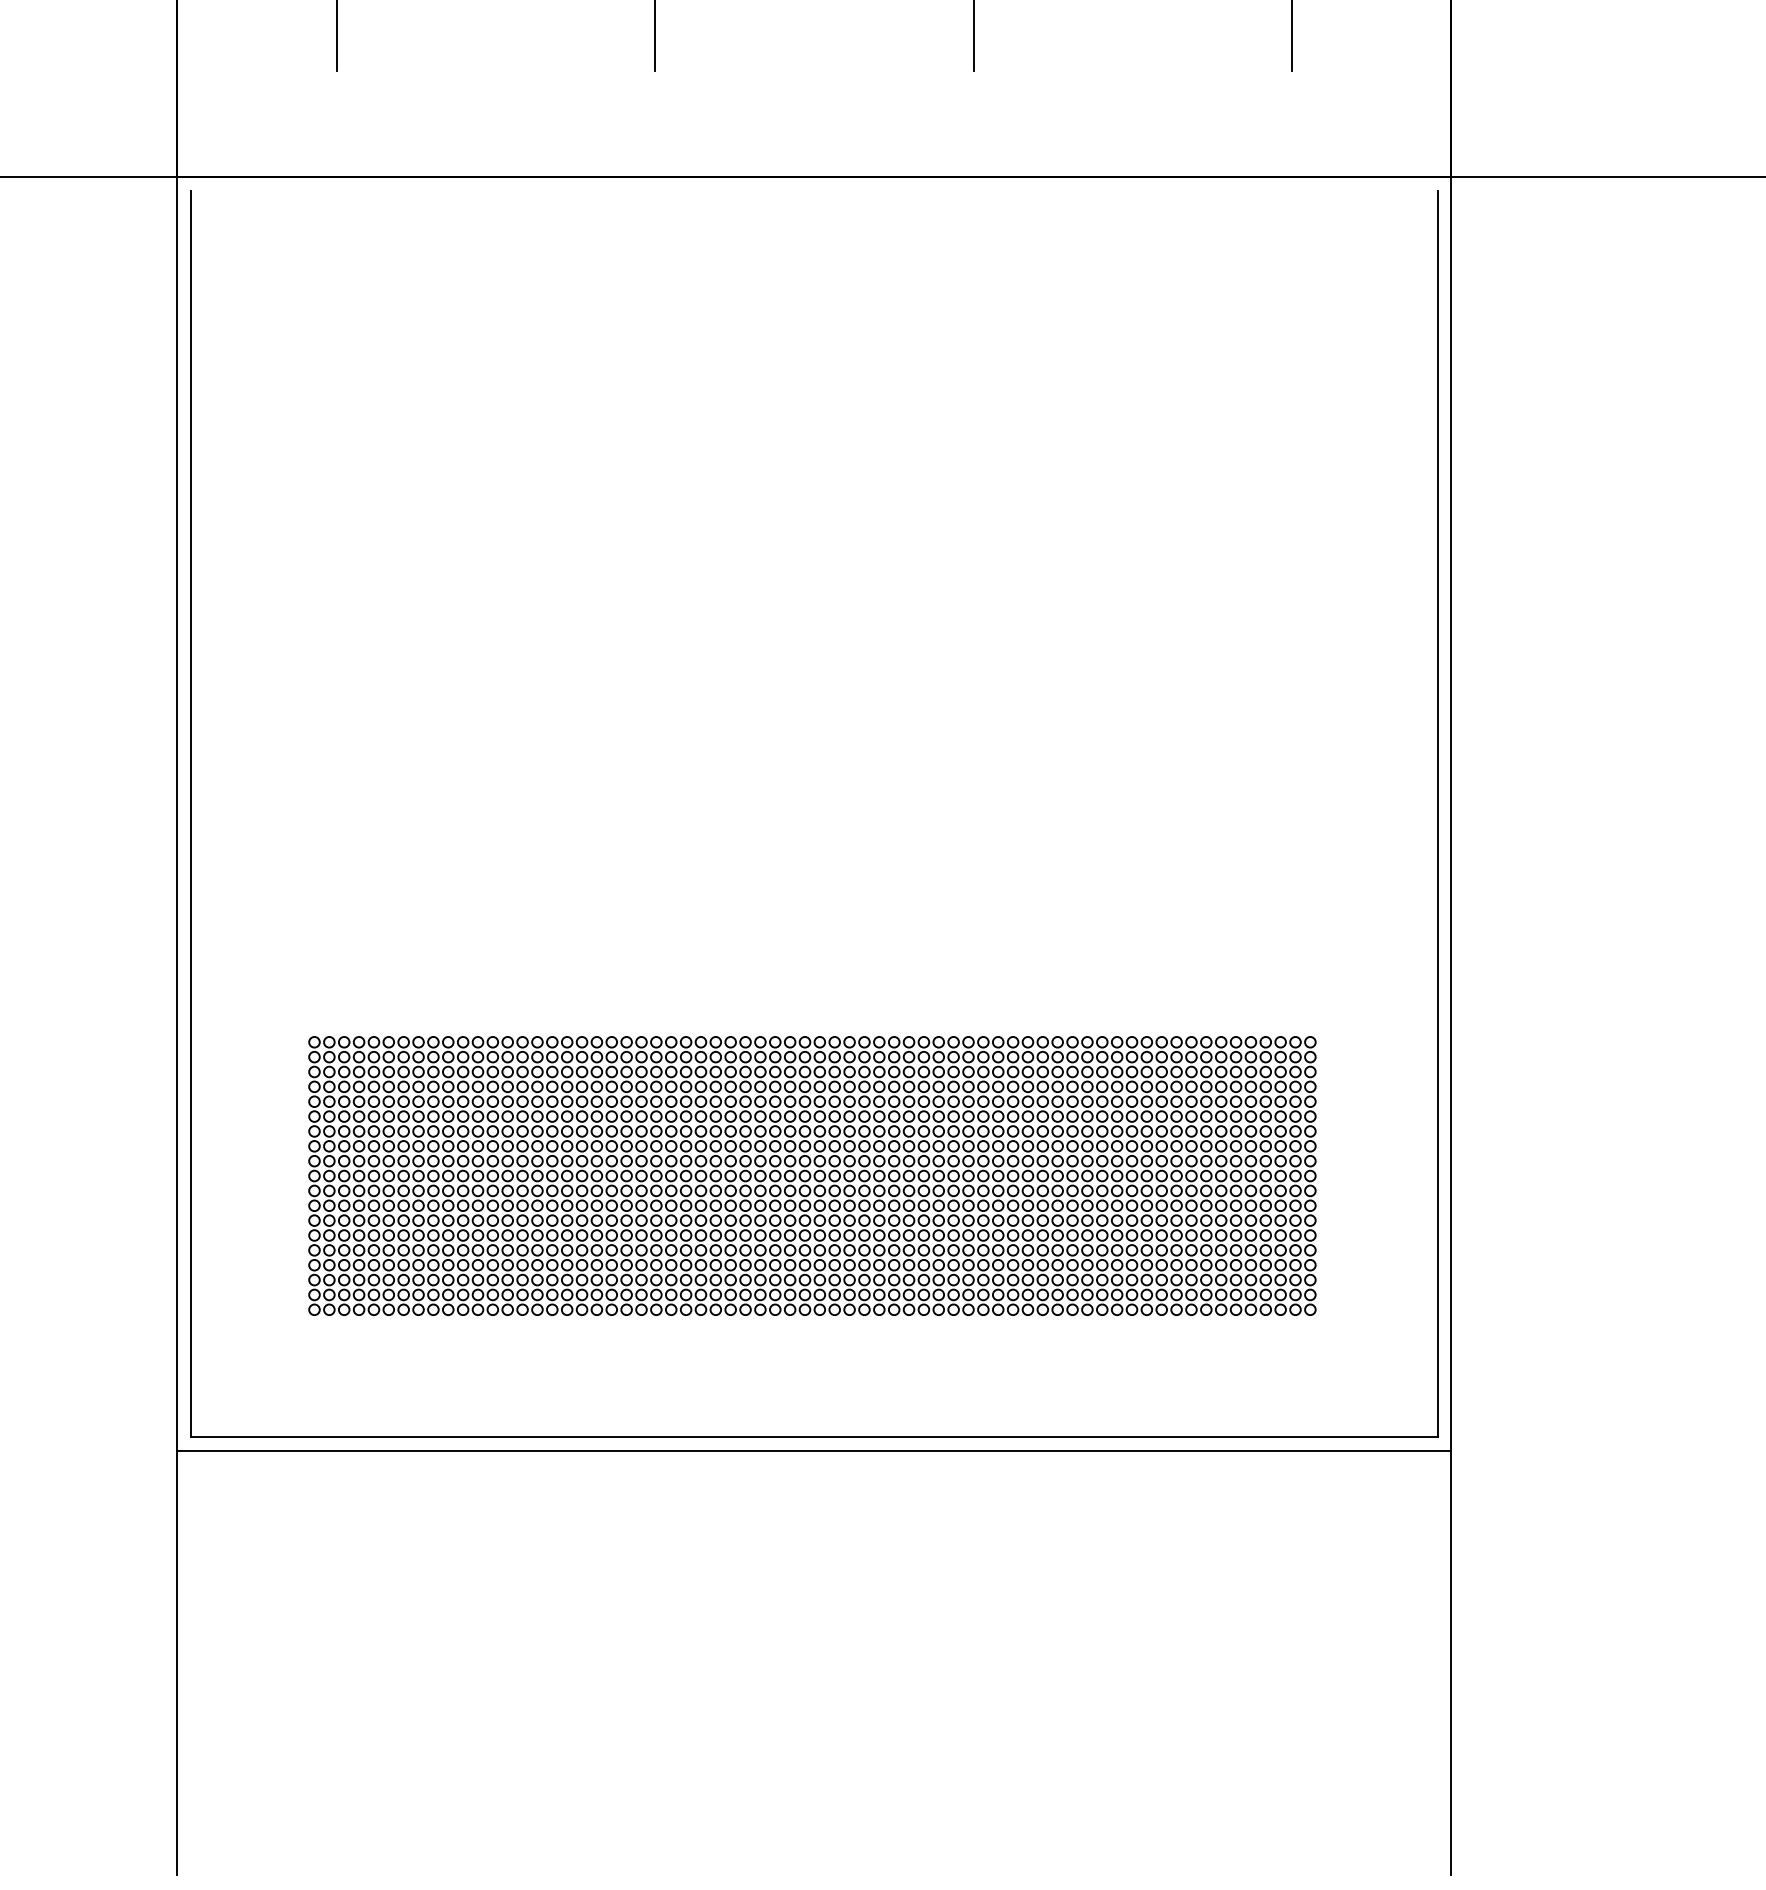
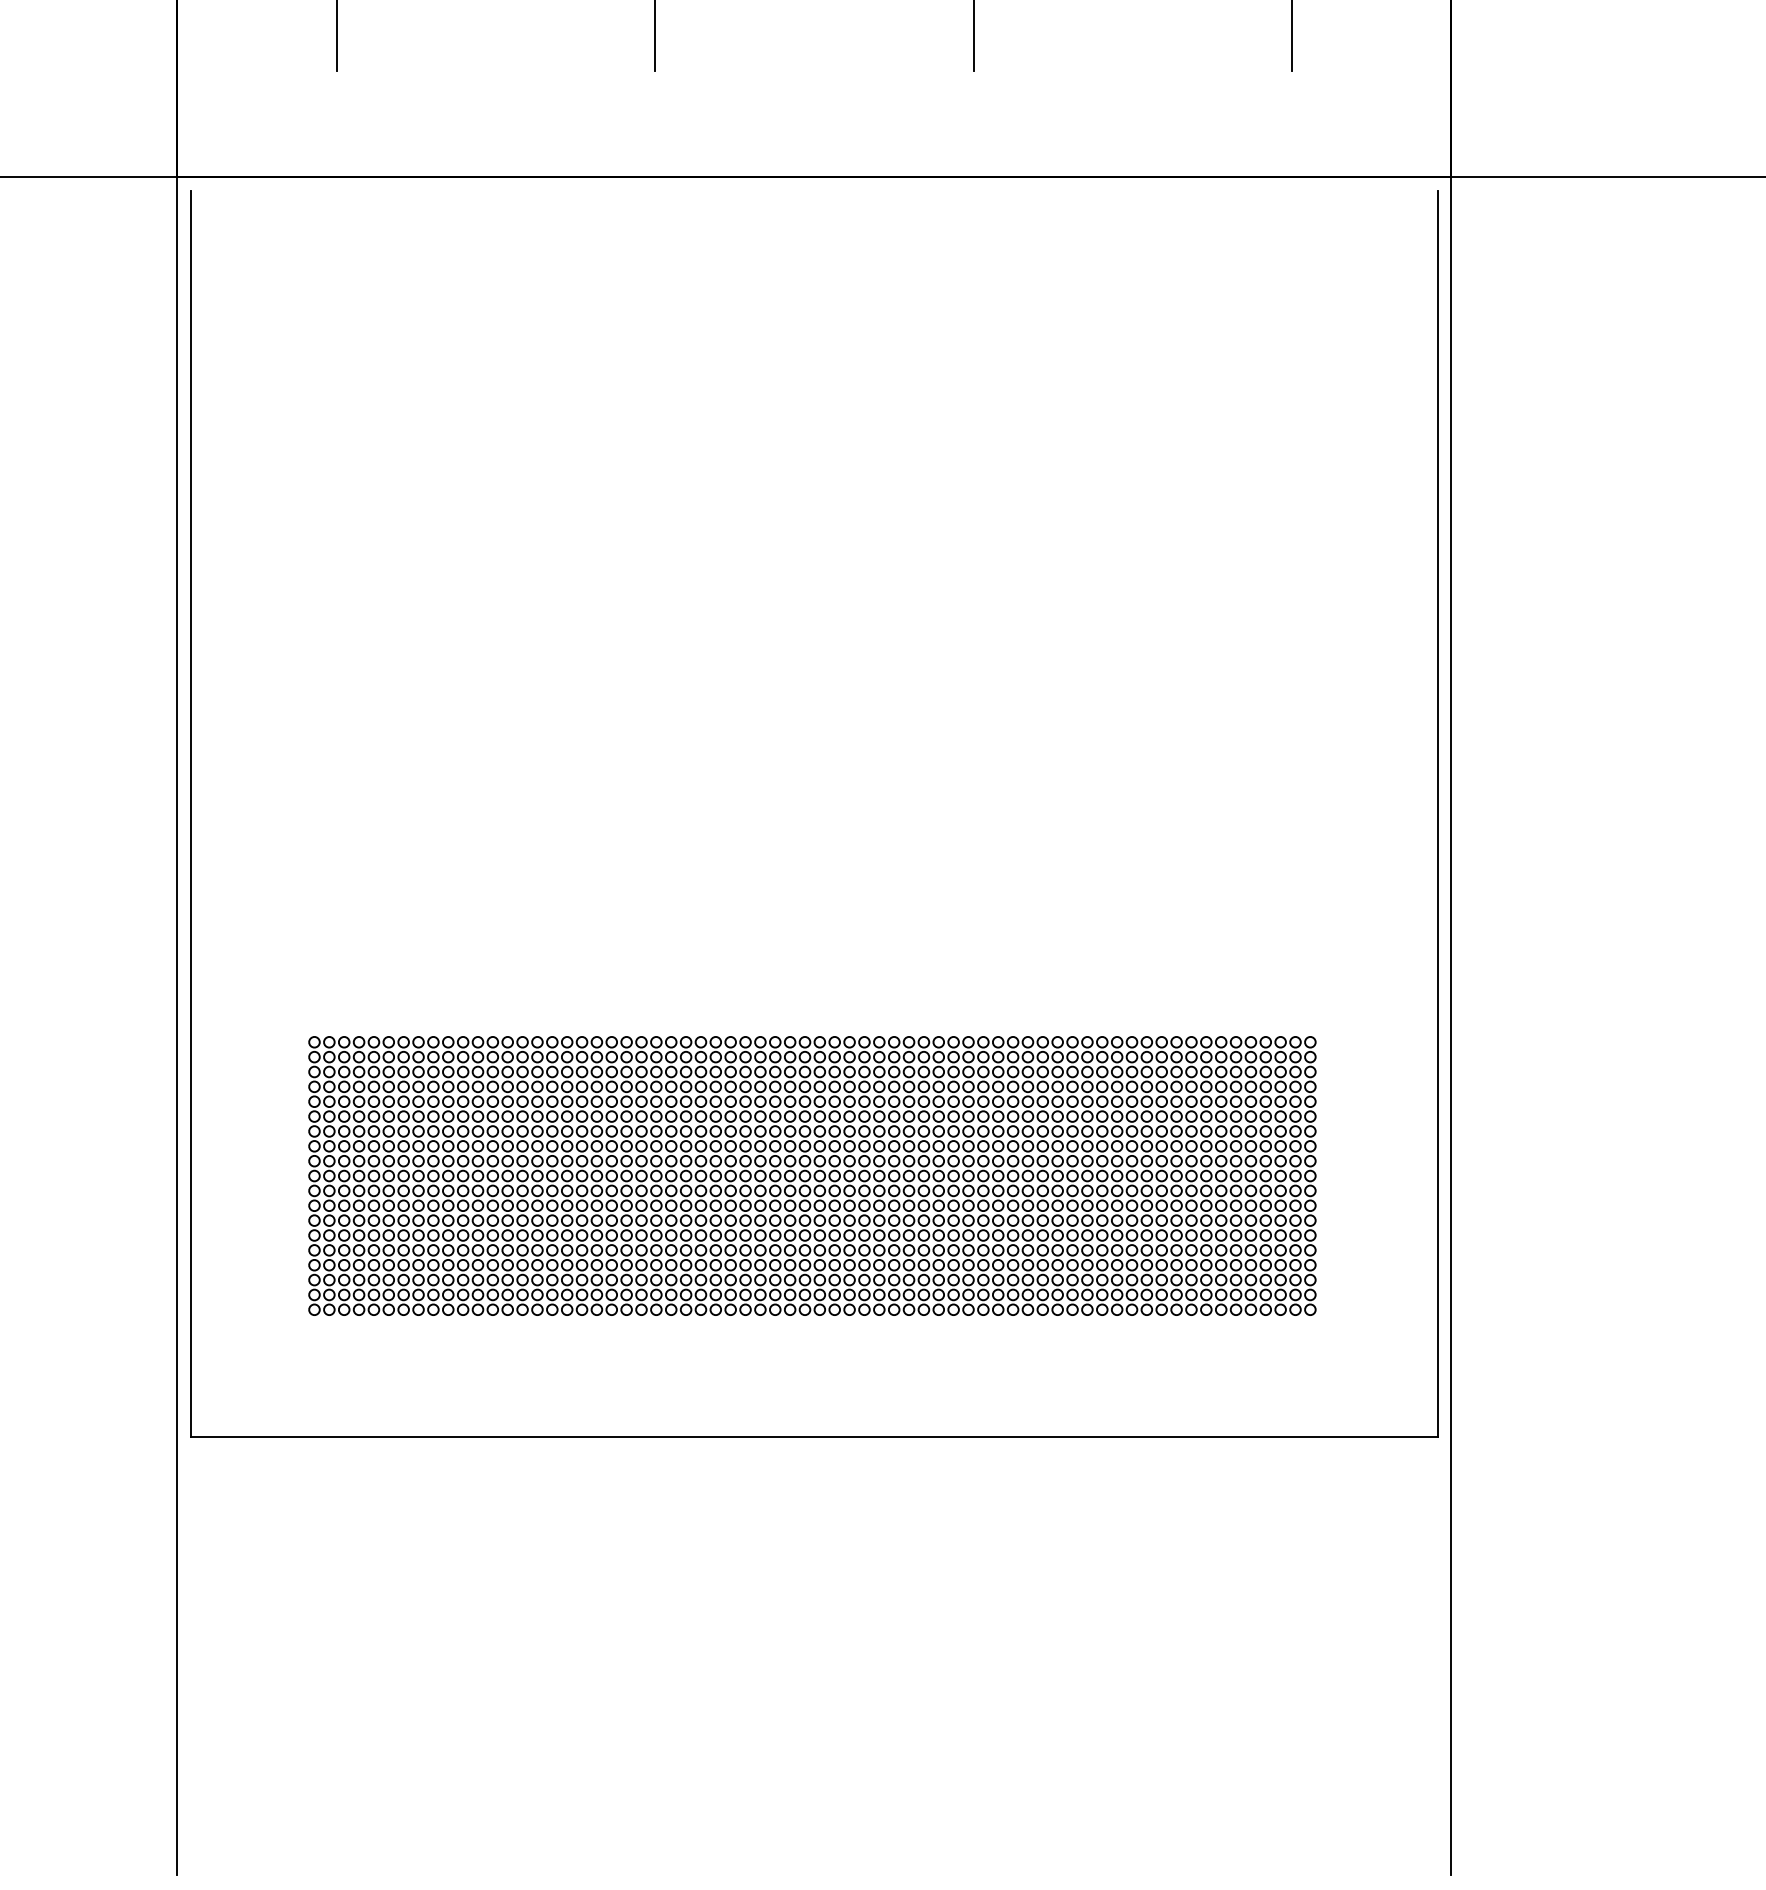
line at (814, 1450): present -> none
